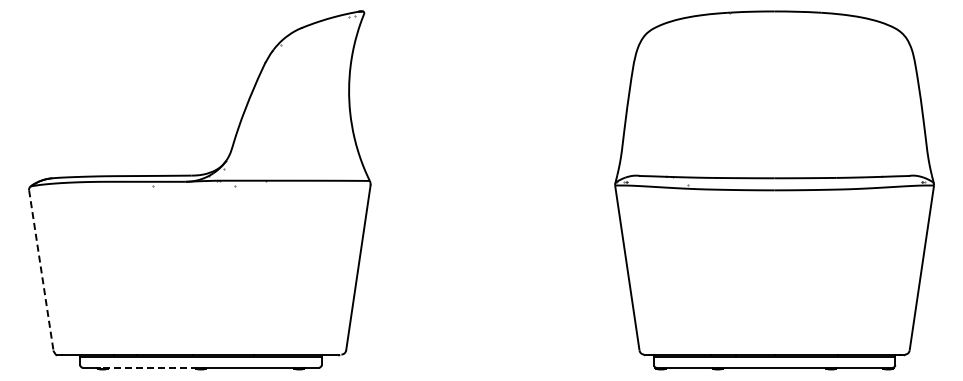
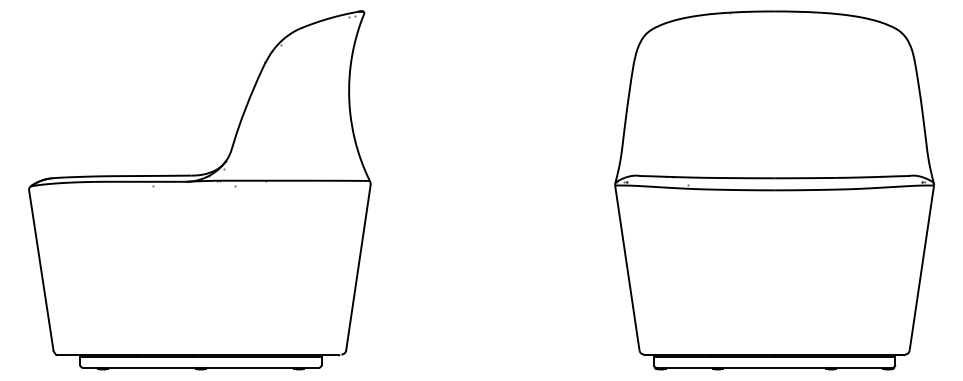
line at (41, 270): dashed -> solid
line at (148, 367): dashed -> solid
